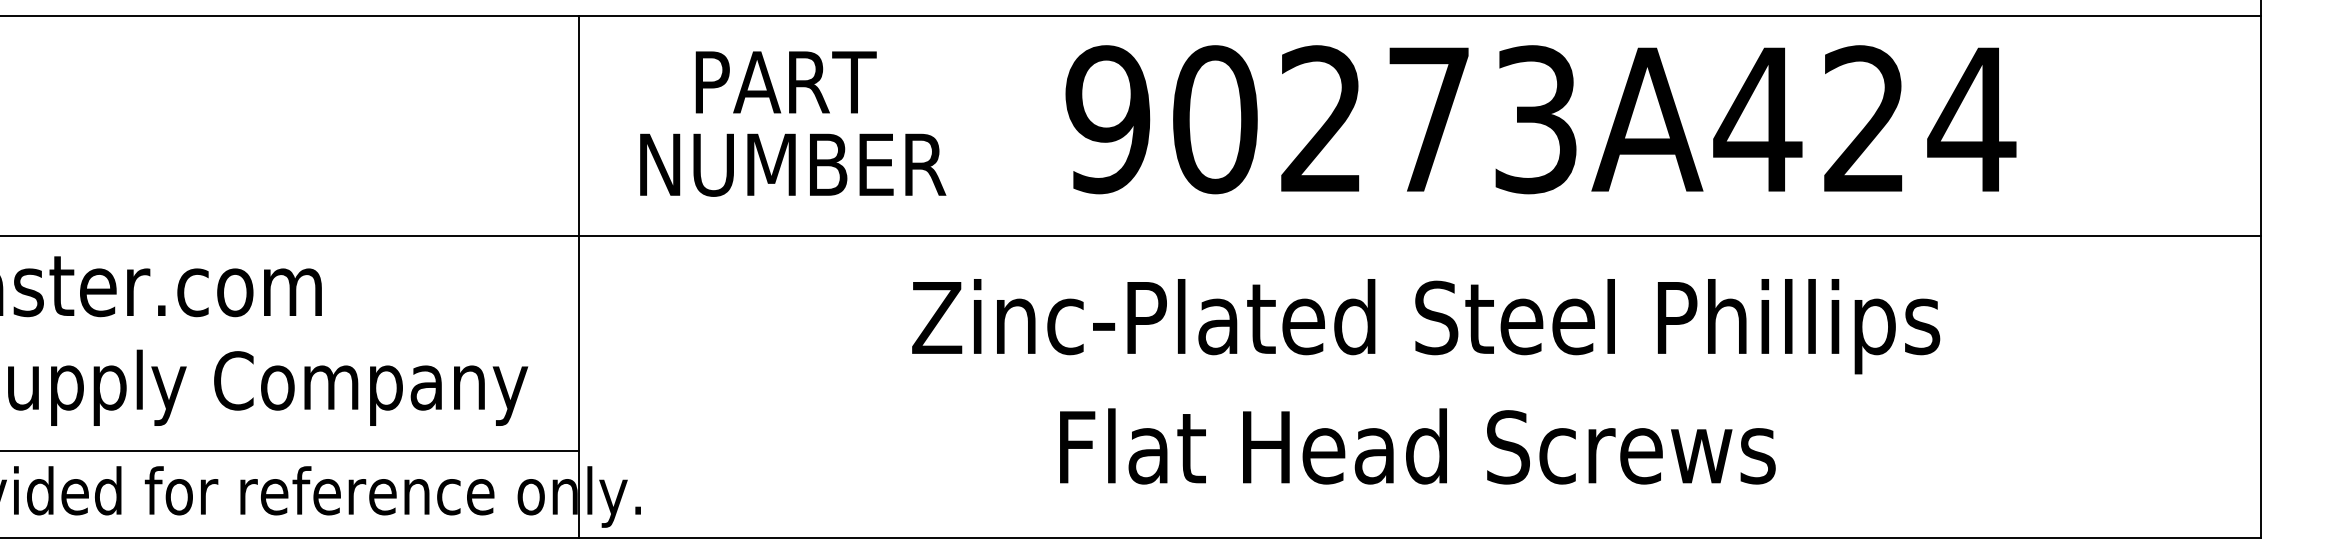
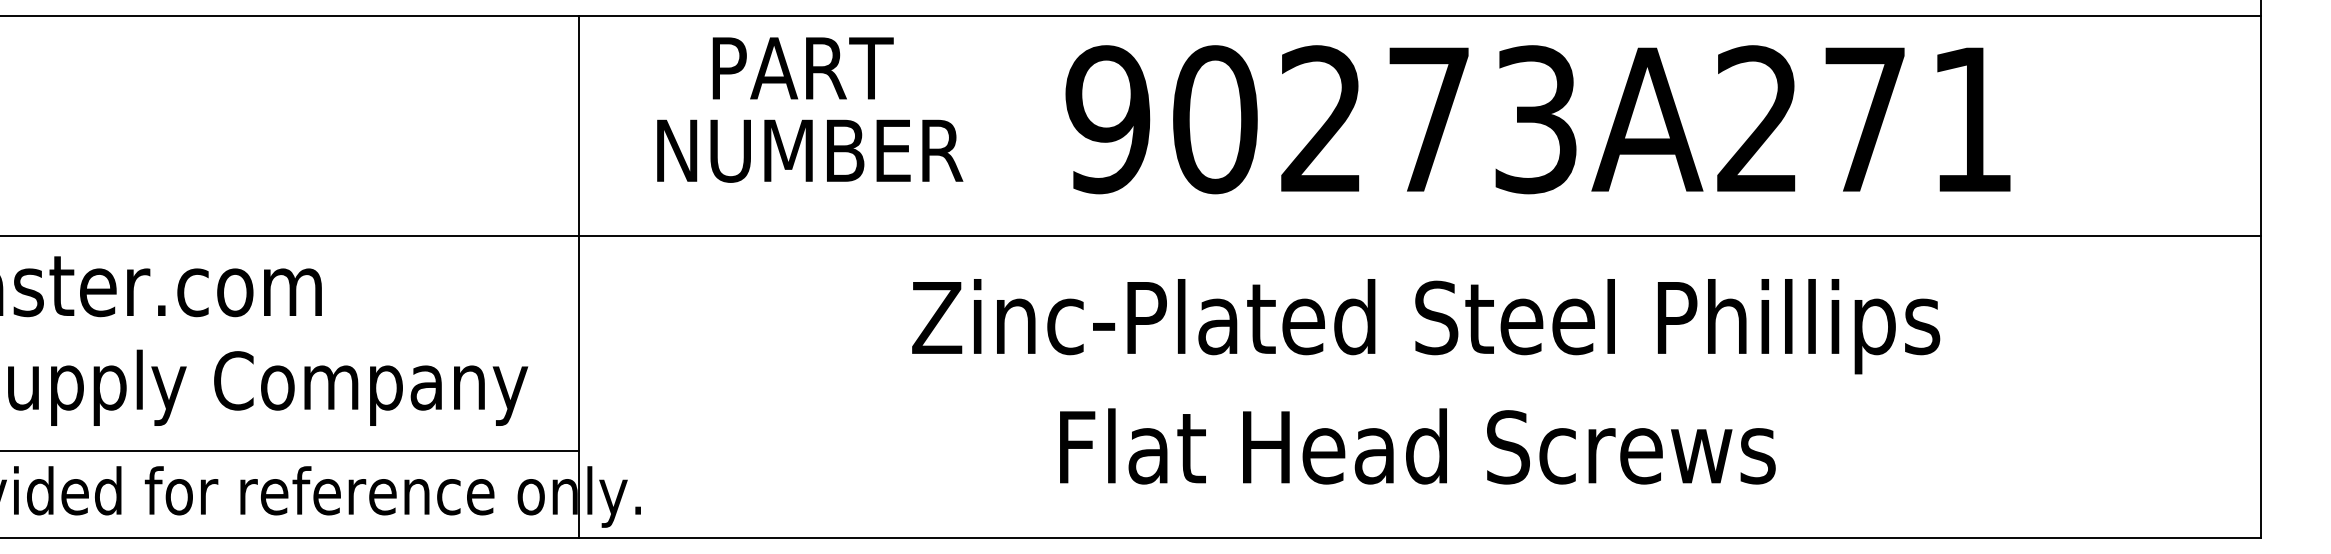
text at (1864, 118): 90273A424 -> 90273A271
text at (793, 123) position: (793, 123) -> (810, 109)
